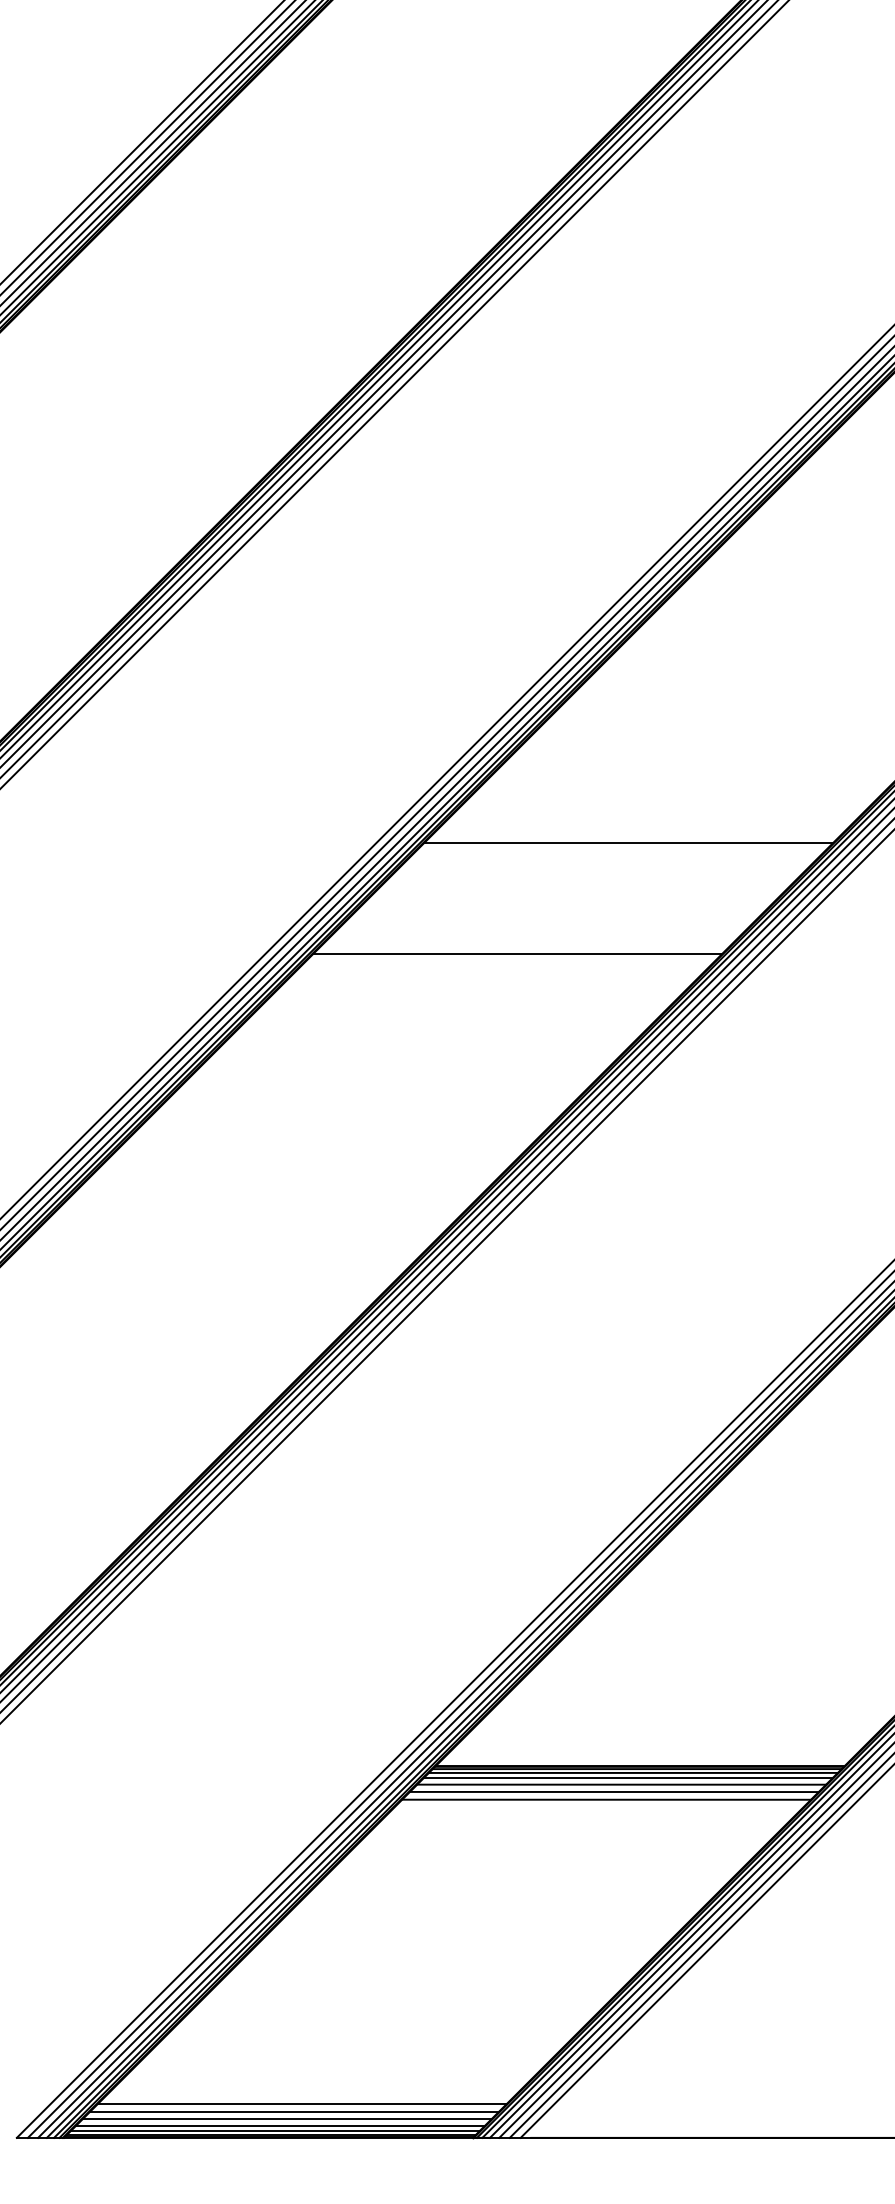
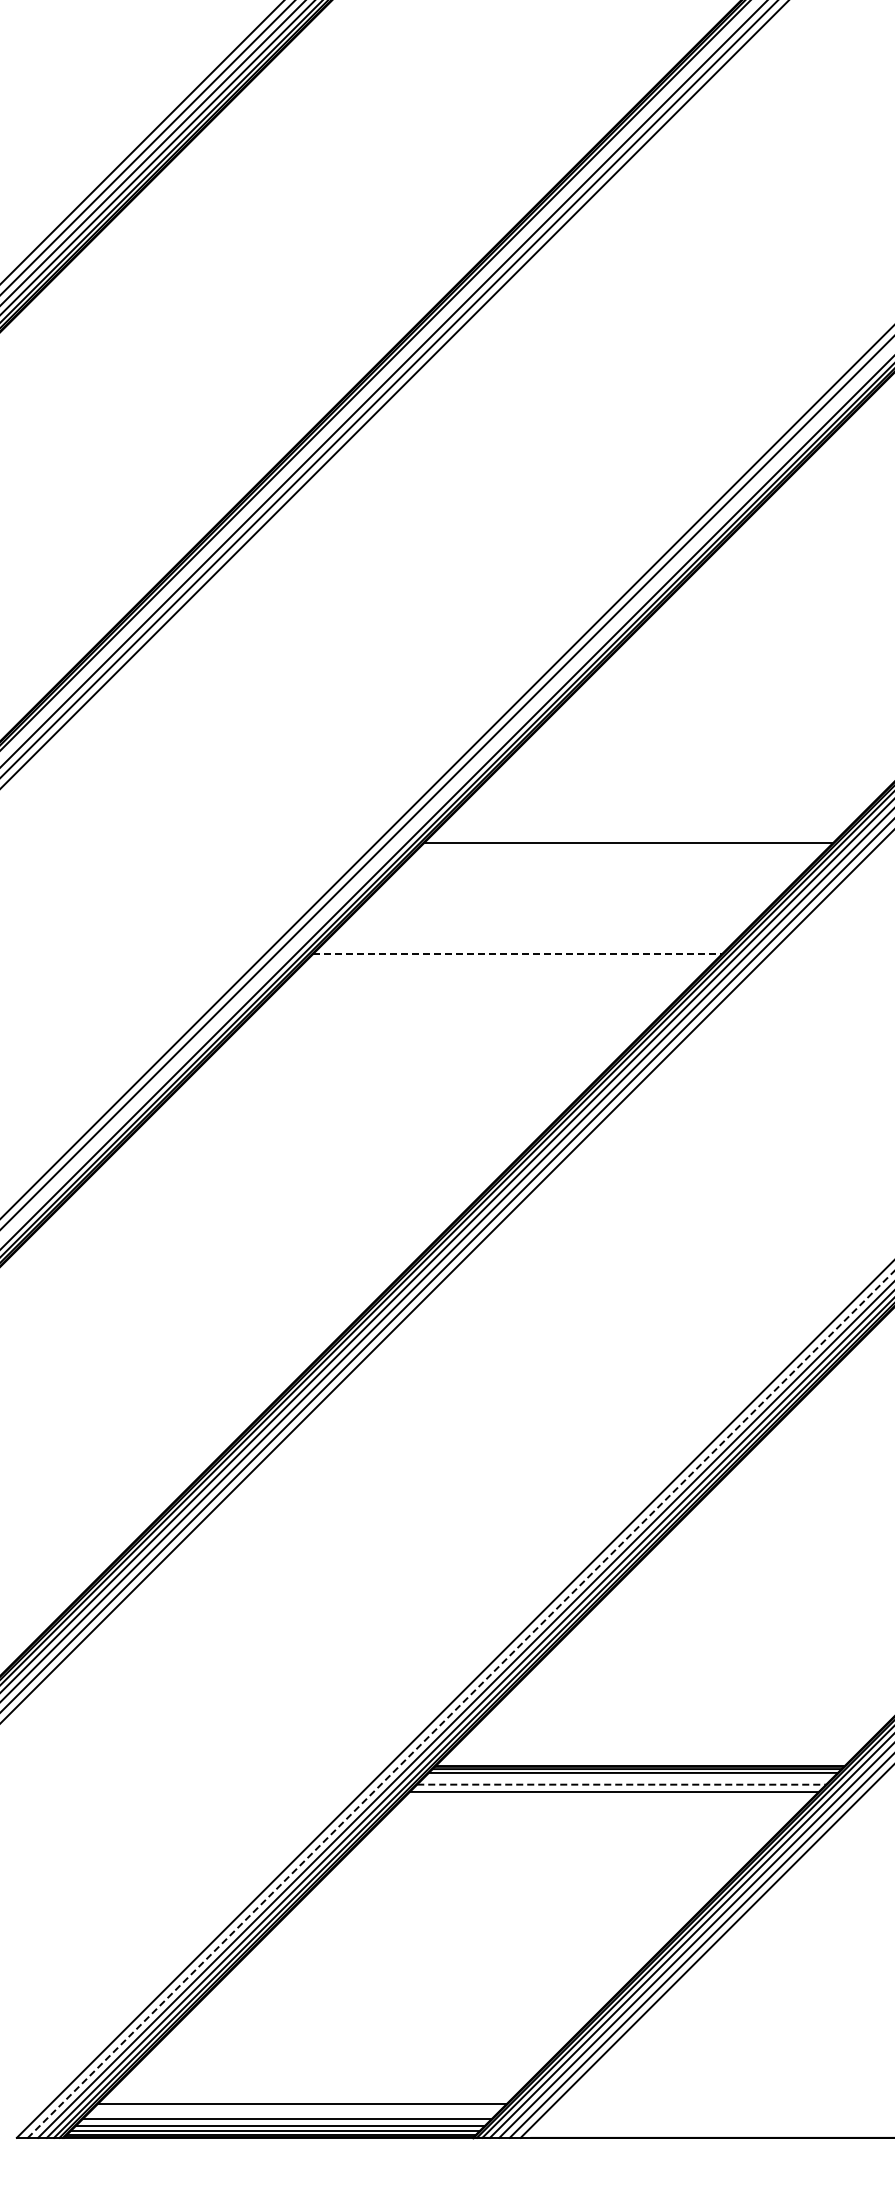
line at (379, 379): present -> none
line at (446, 793): present -> none
line at (517, 954): solid -> dashed
line at (461, 1704): solid -> dashed
line at (627, 1778): present -> none
line at (622, 1784): solid -> dashed
line at (606, 1799): present -> none
line at (294, 2111): present -> none
